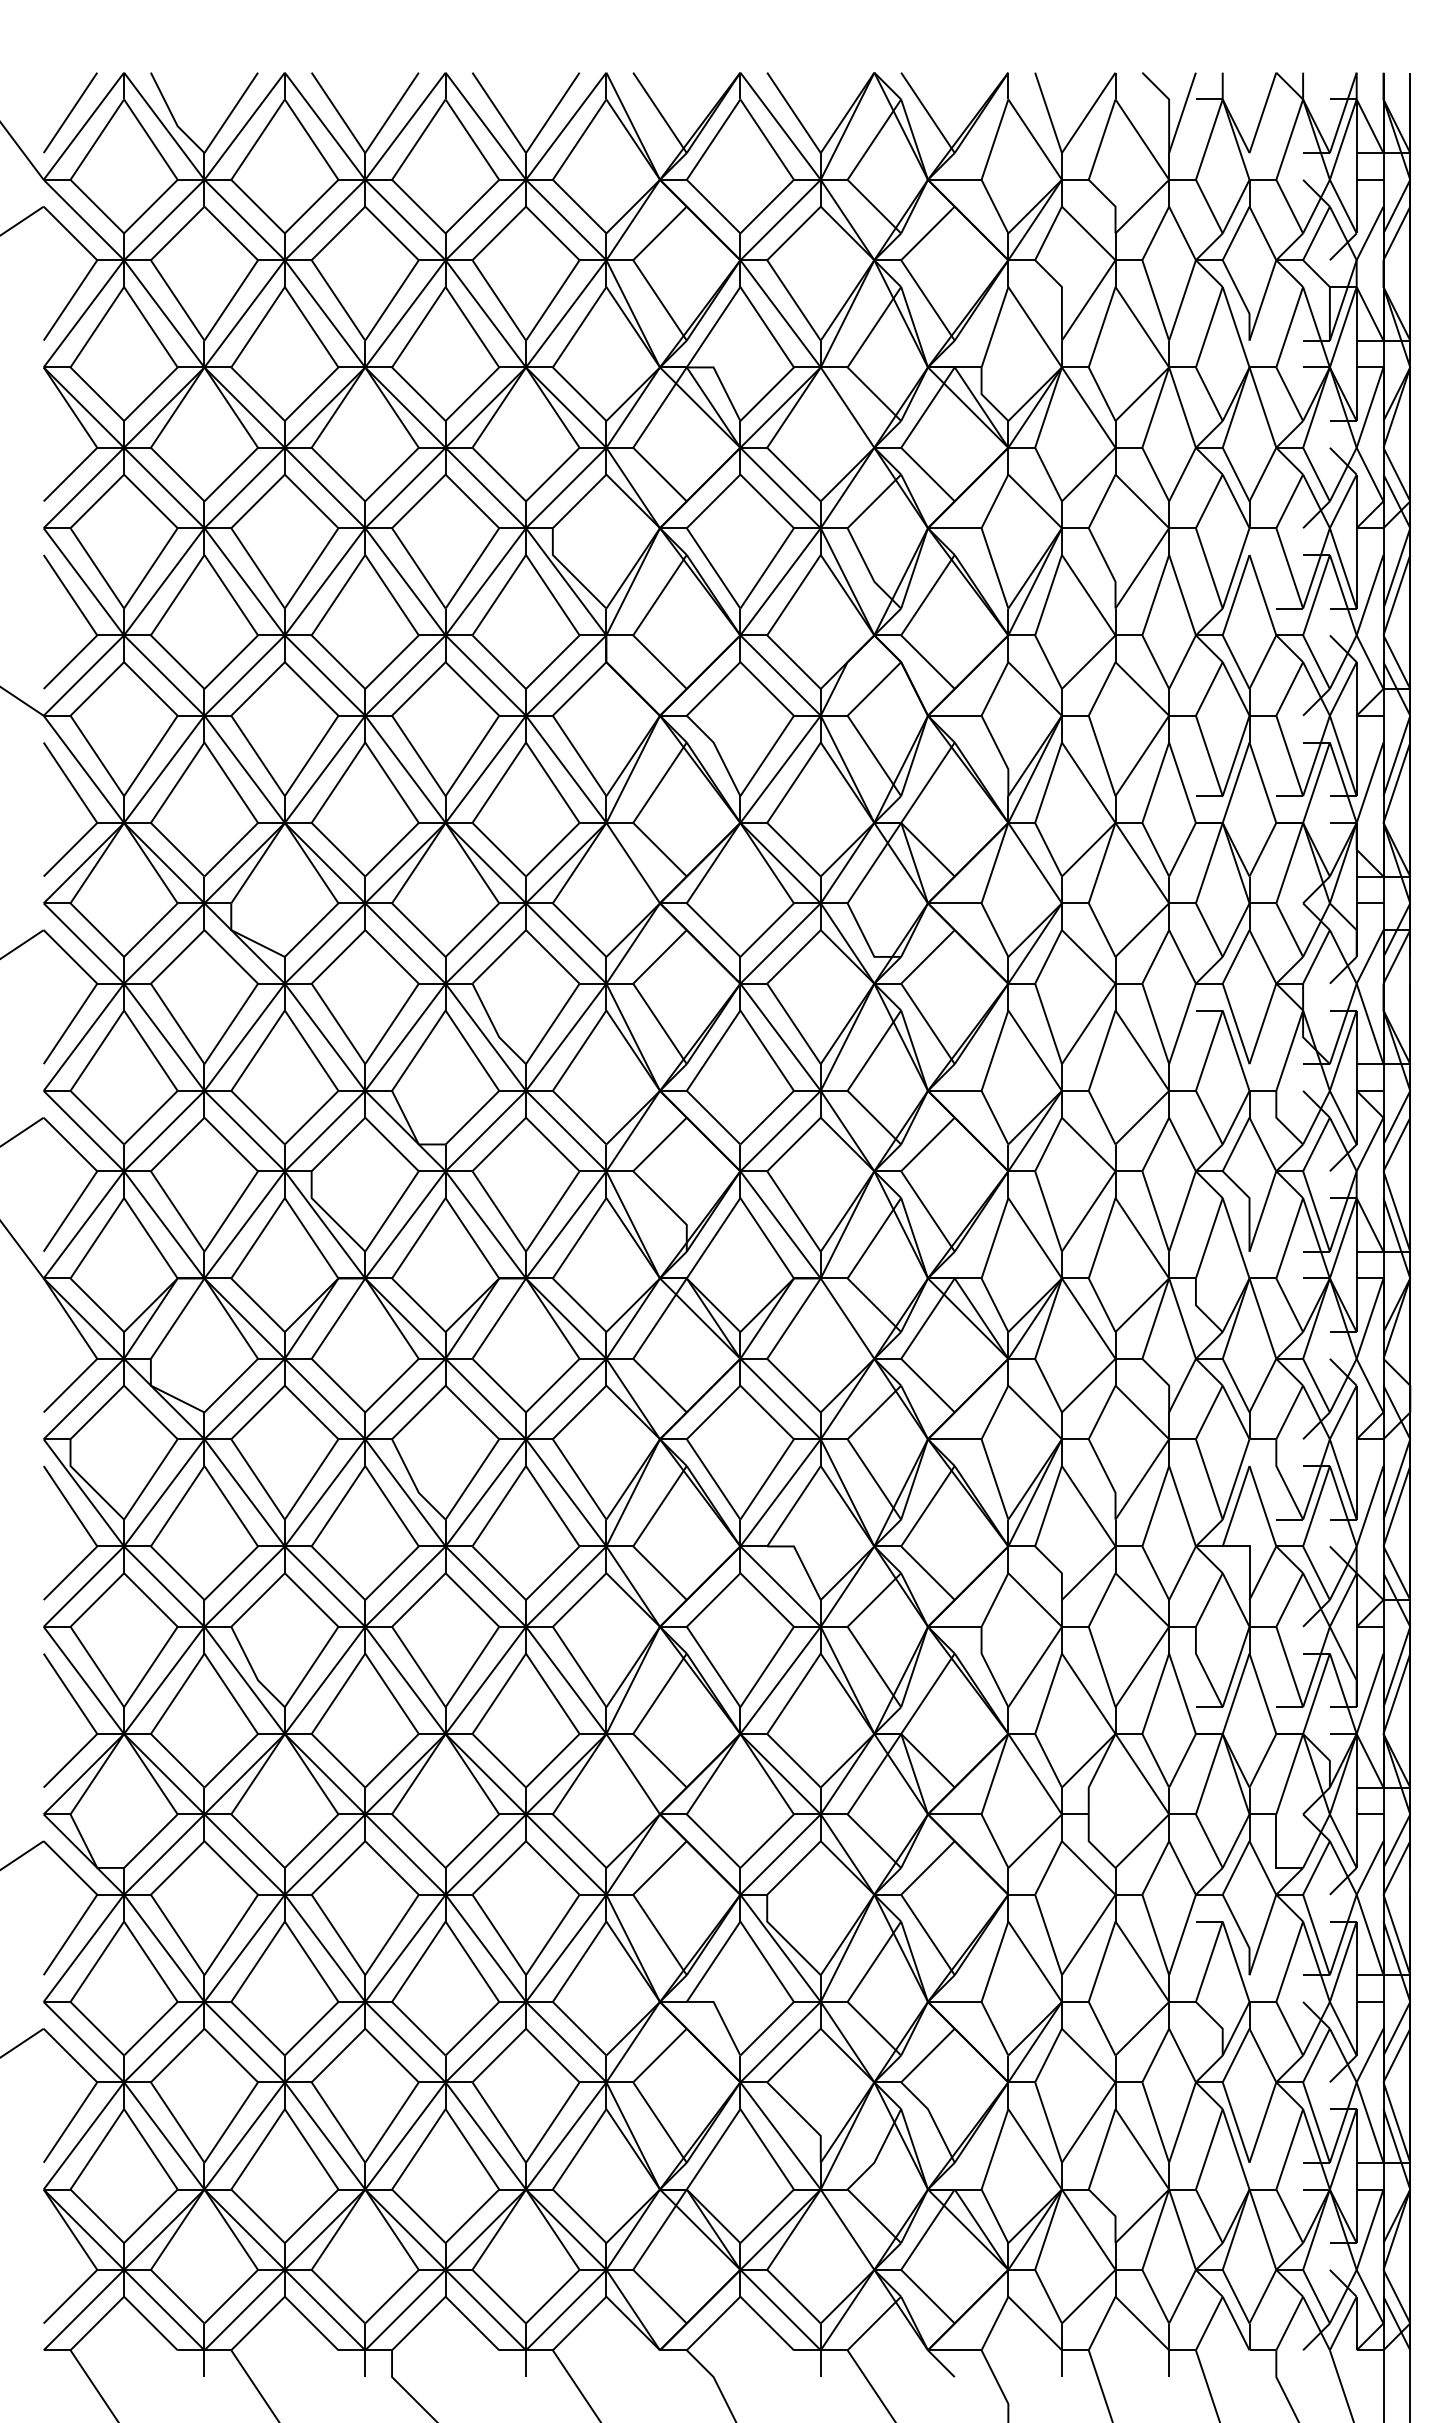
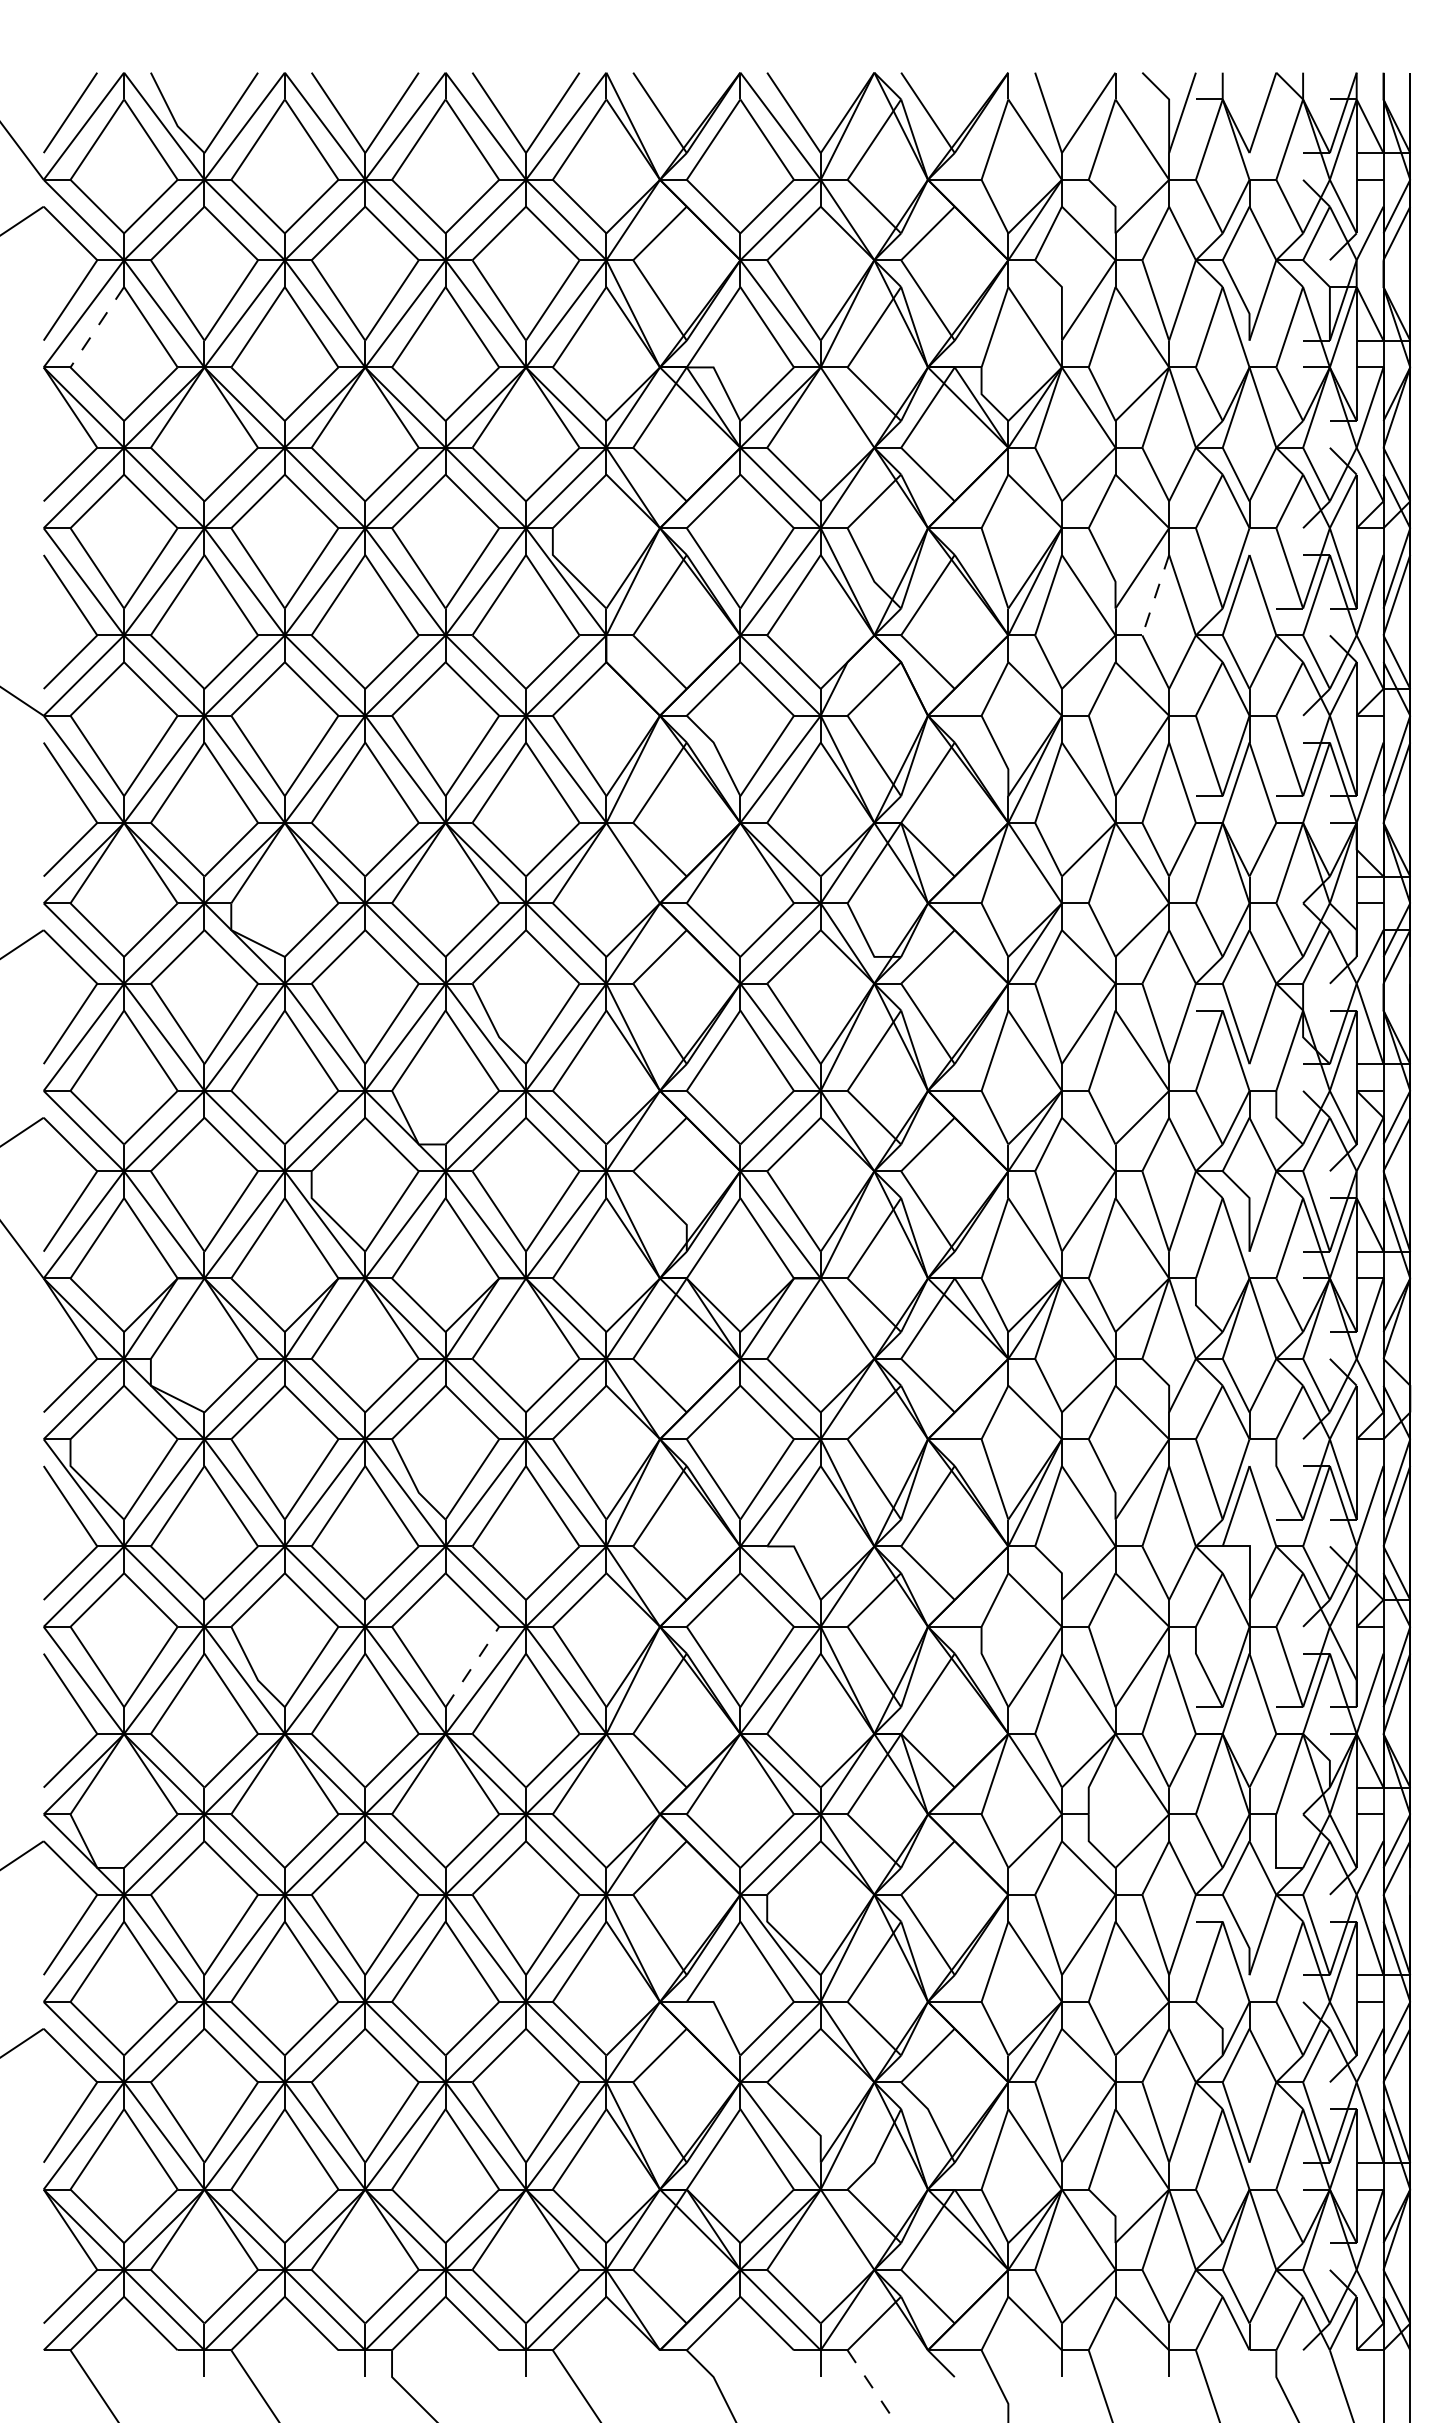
line at (97, 327): solid -> dashed
line at (1155, 595): solid -> dashed
line at (472, 1666): solid -> dashed
line at (871, 2386): solid -> dashed
